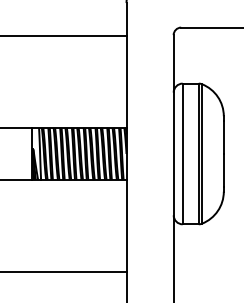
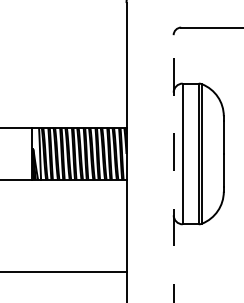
line at (64, 36): present -> none
line at (173, 168): solid -> dashed
